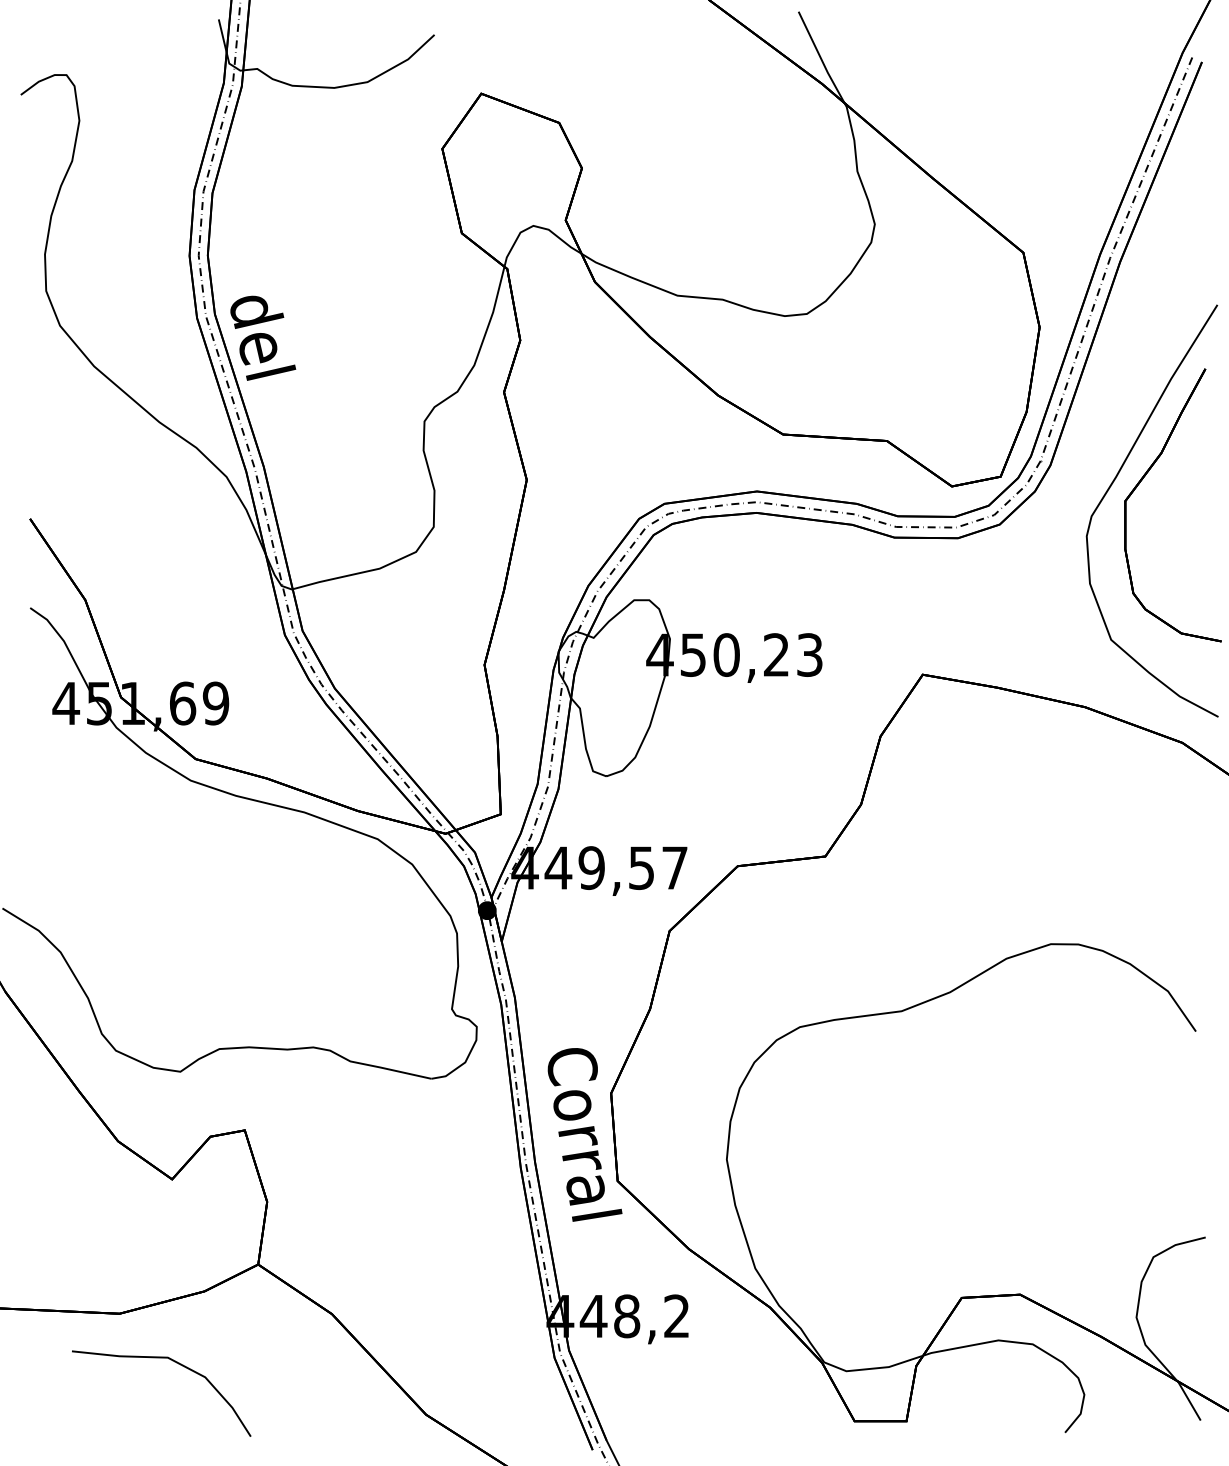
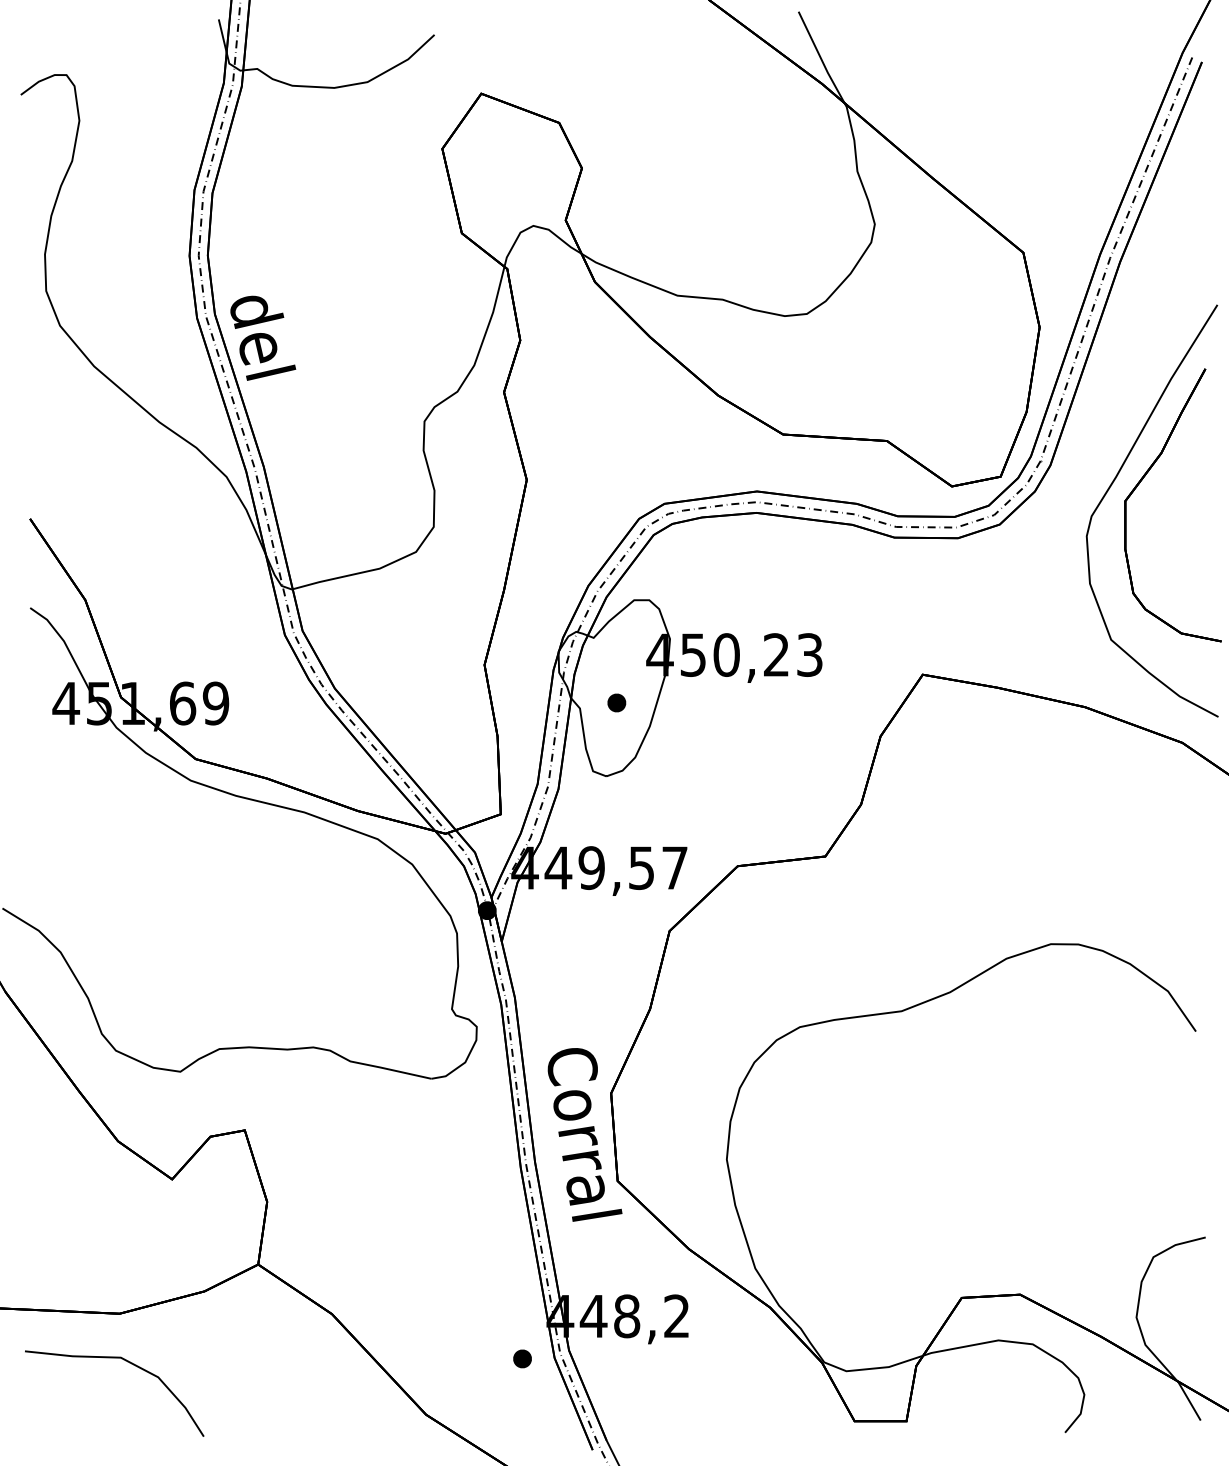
part at (616, 702): none -> present
part at (522, 1358): none -> present
curve at (176, 1363) position: (176, 1363) -> (129, 1363)
